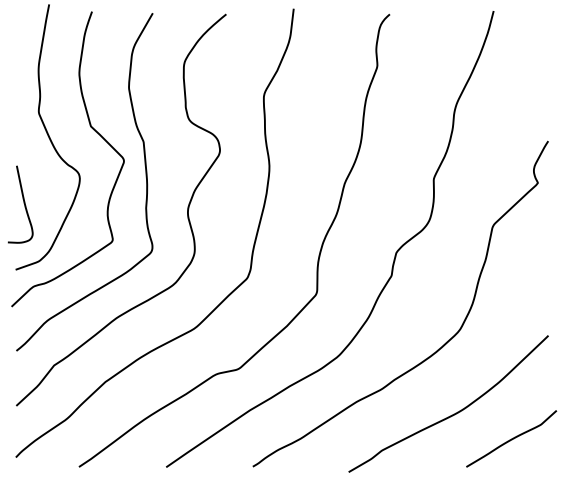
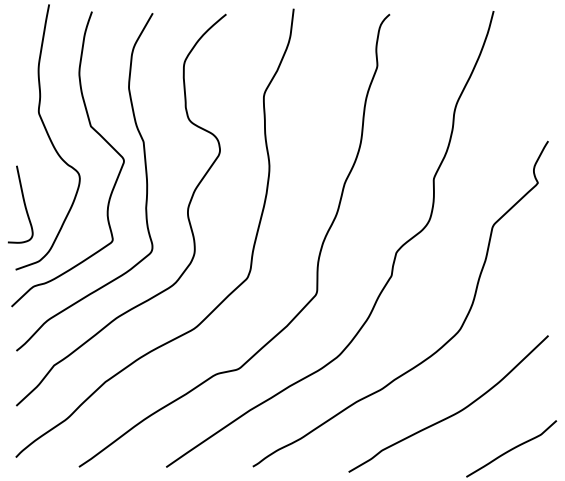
curve at (511, 438) position: (511, 438) -> (511, 448)
